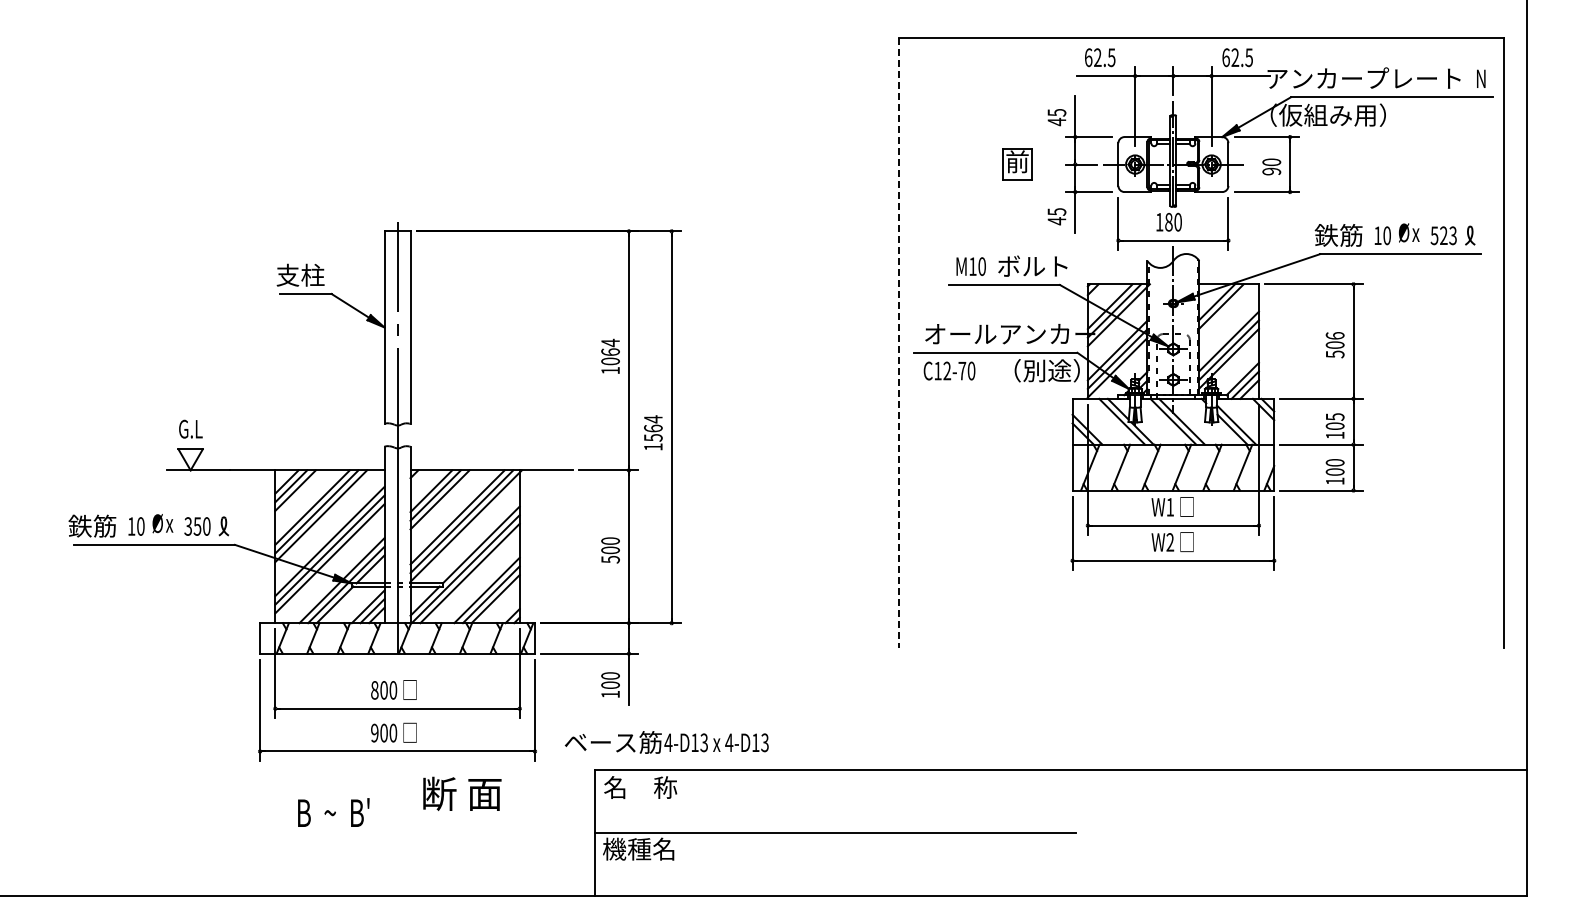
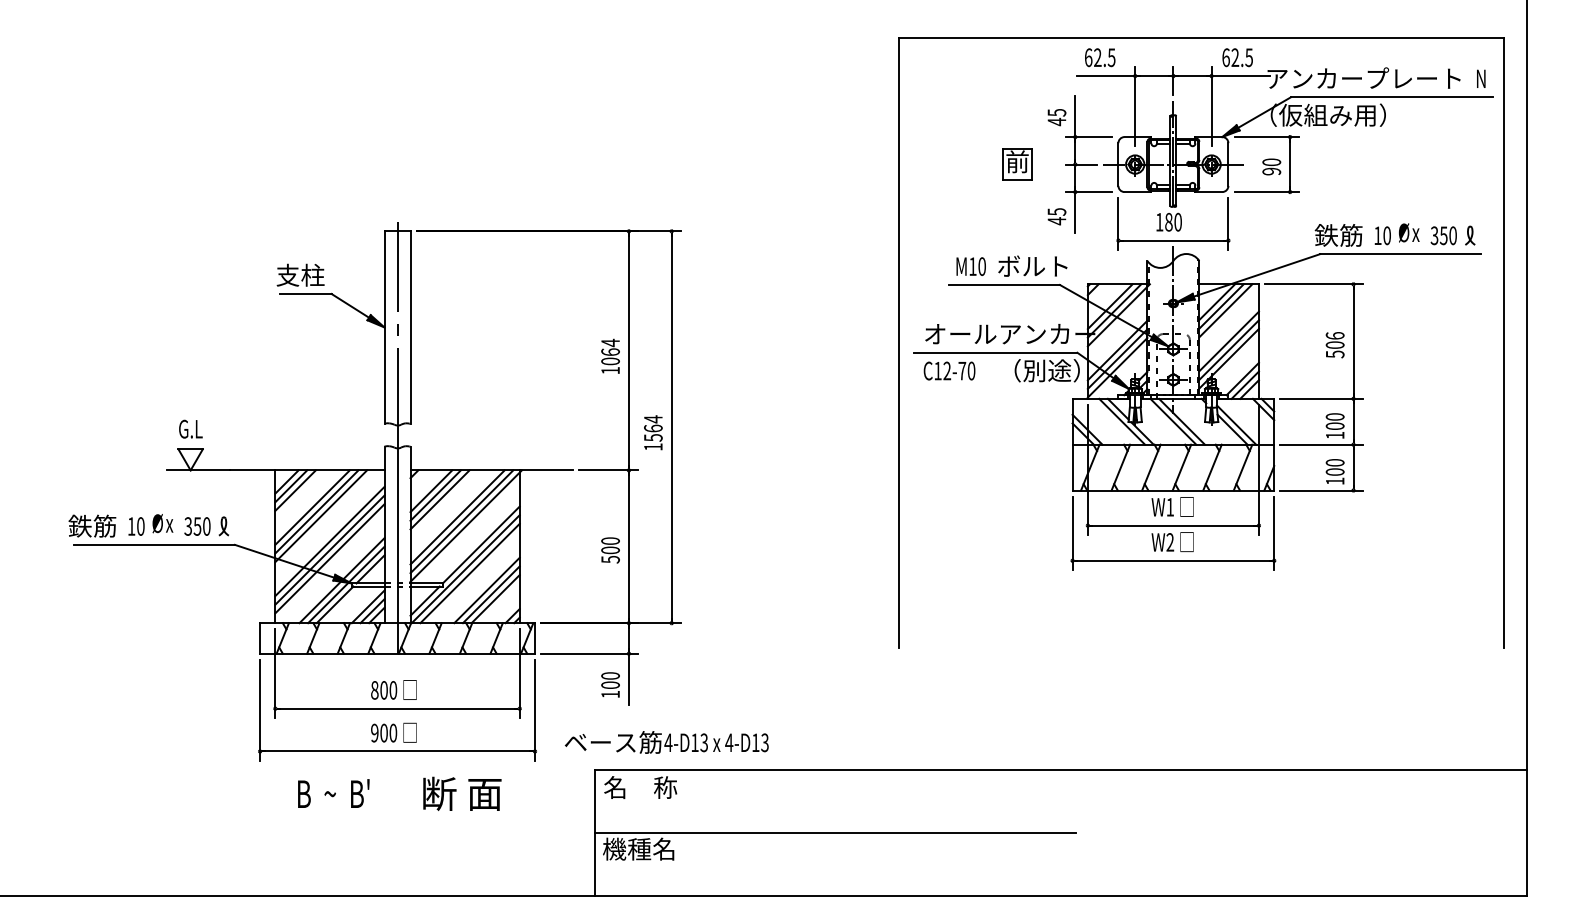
text at (1443, 235): 523 -> 350
line at (1225, 310): none -> present
line at (898, 342): dashed -> solid
text at (1334, 416): 105 -> 100
text at (333, 812) position: (333, 812) -> (333, 793)
